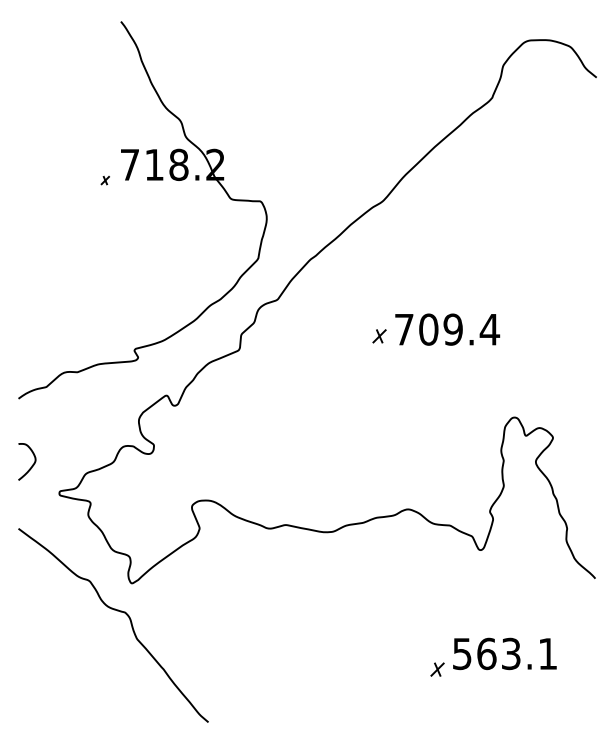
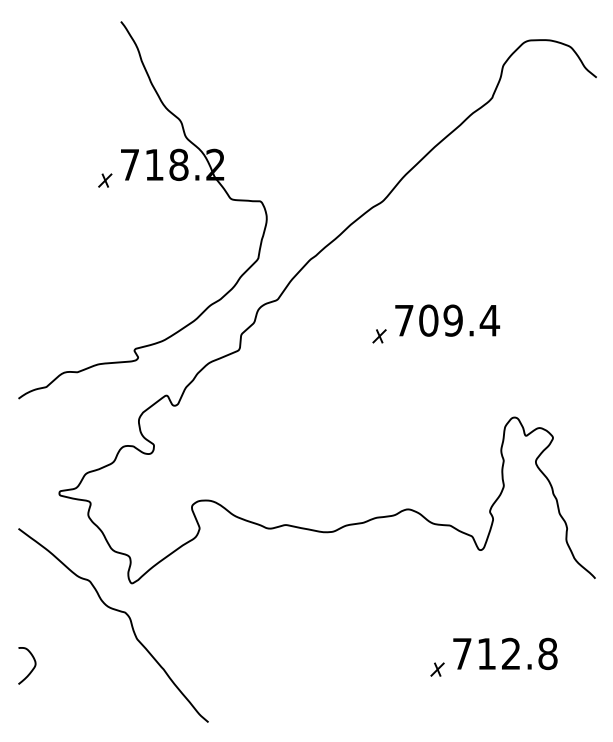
part at (104, 180) size: 10x10 px -> 15x15 px
text at (447, 329) position: (447, 329) -> (447, 320)
curve at (31, 465) position: (31, 465) -> (31, 669)
text at (505, 653): 563.1 -> 712.8
